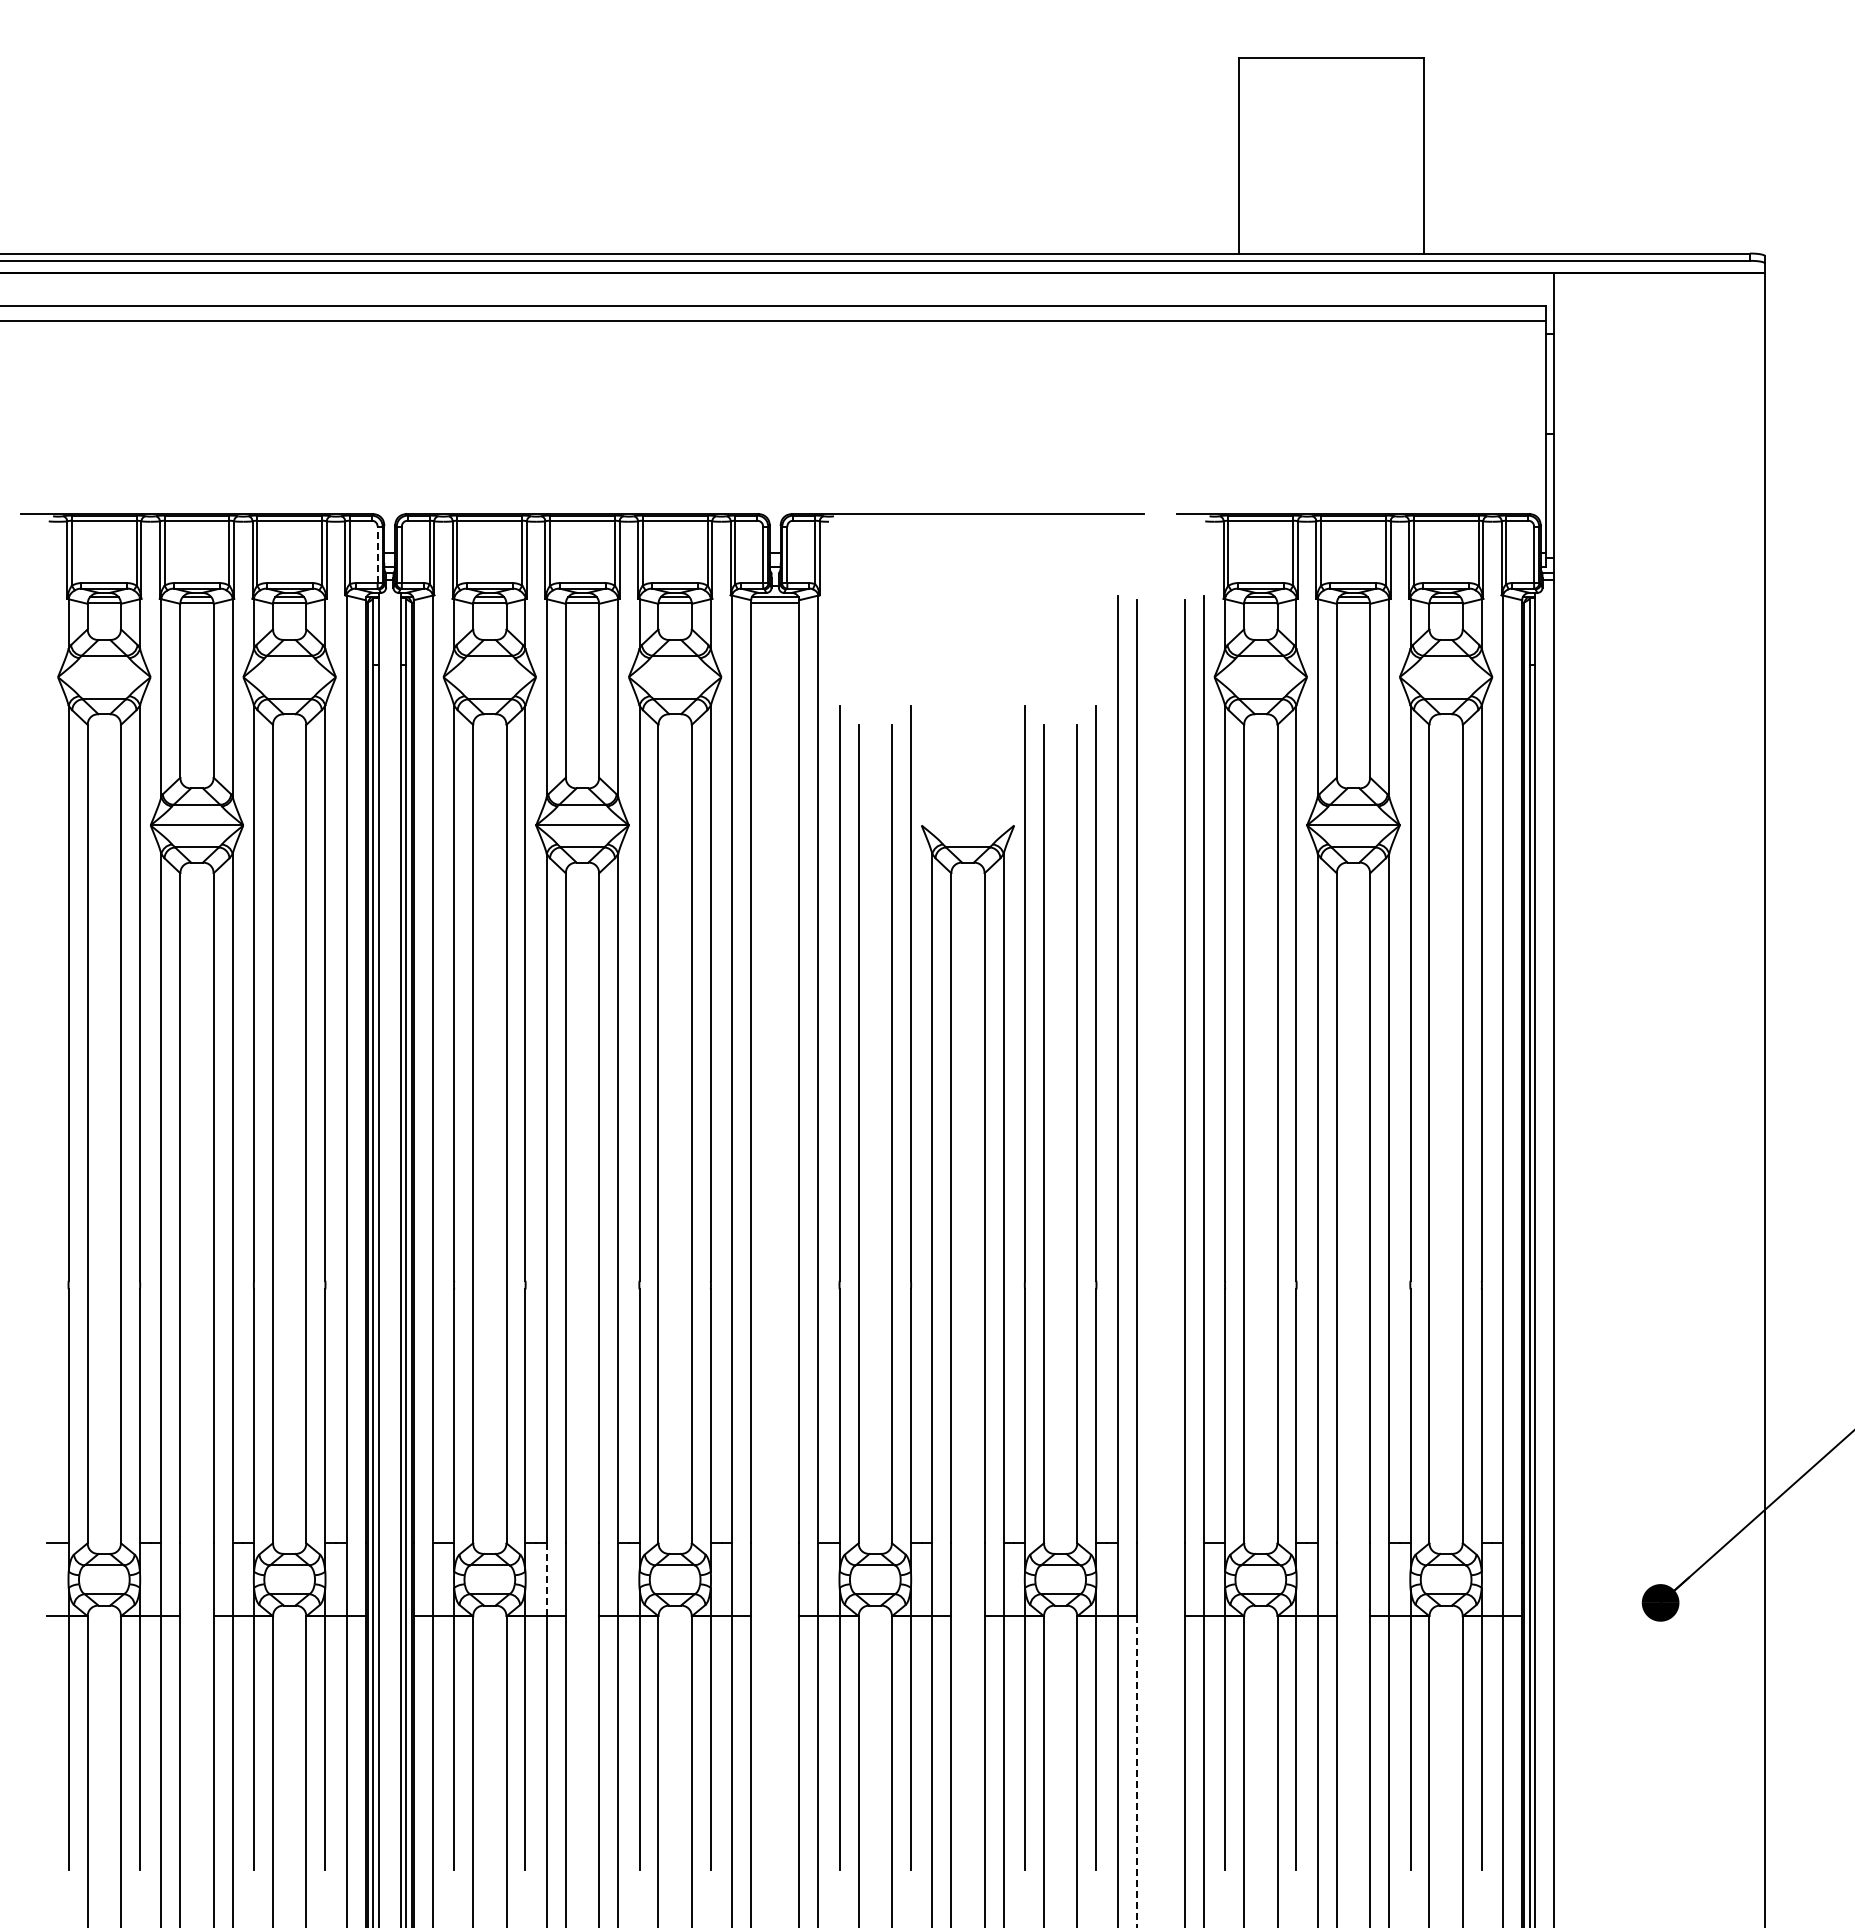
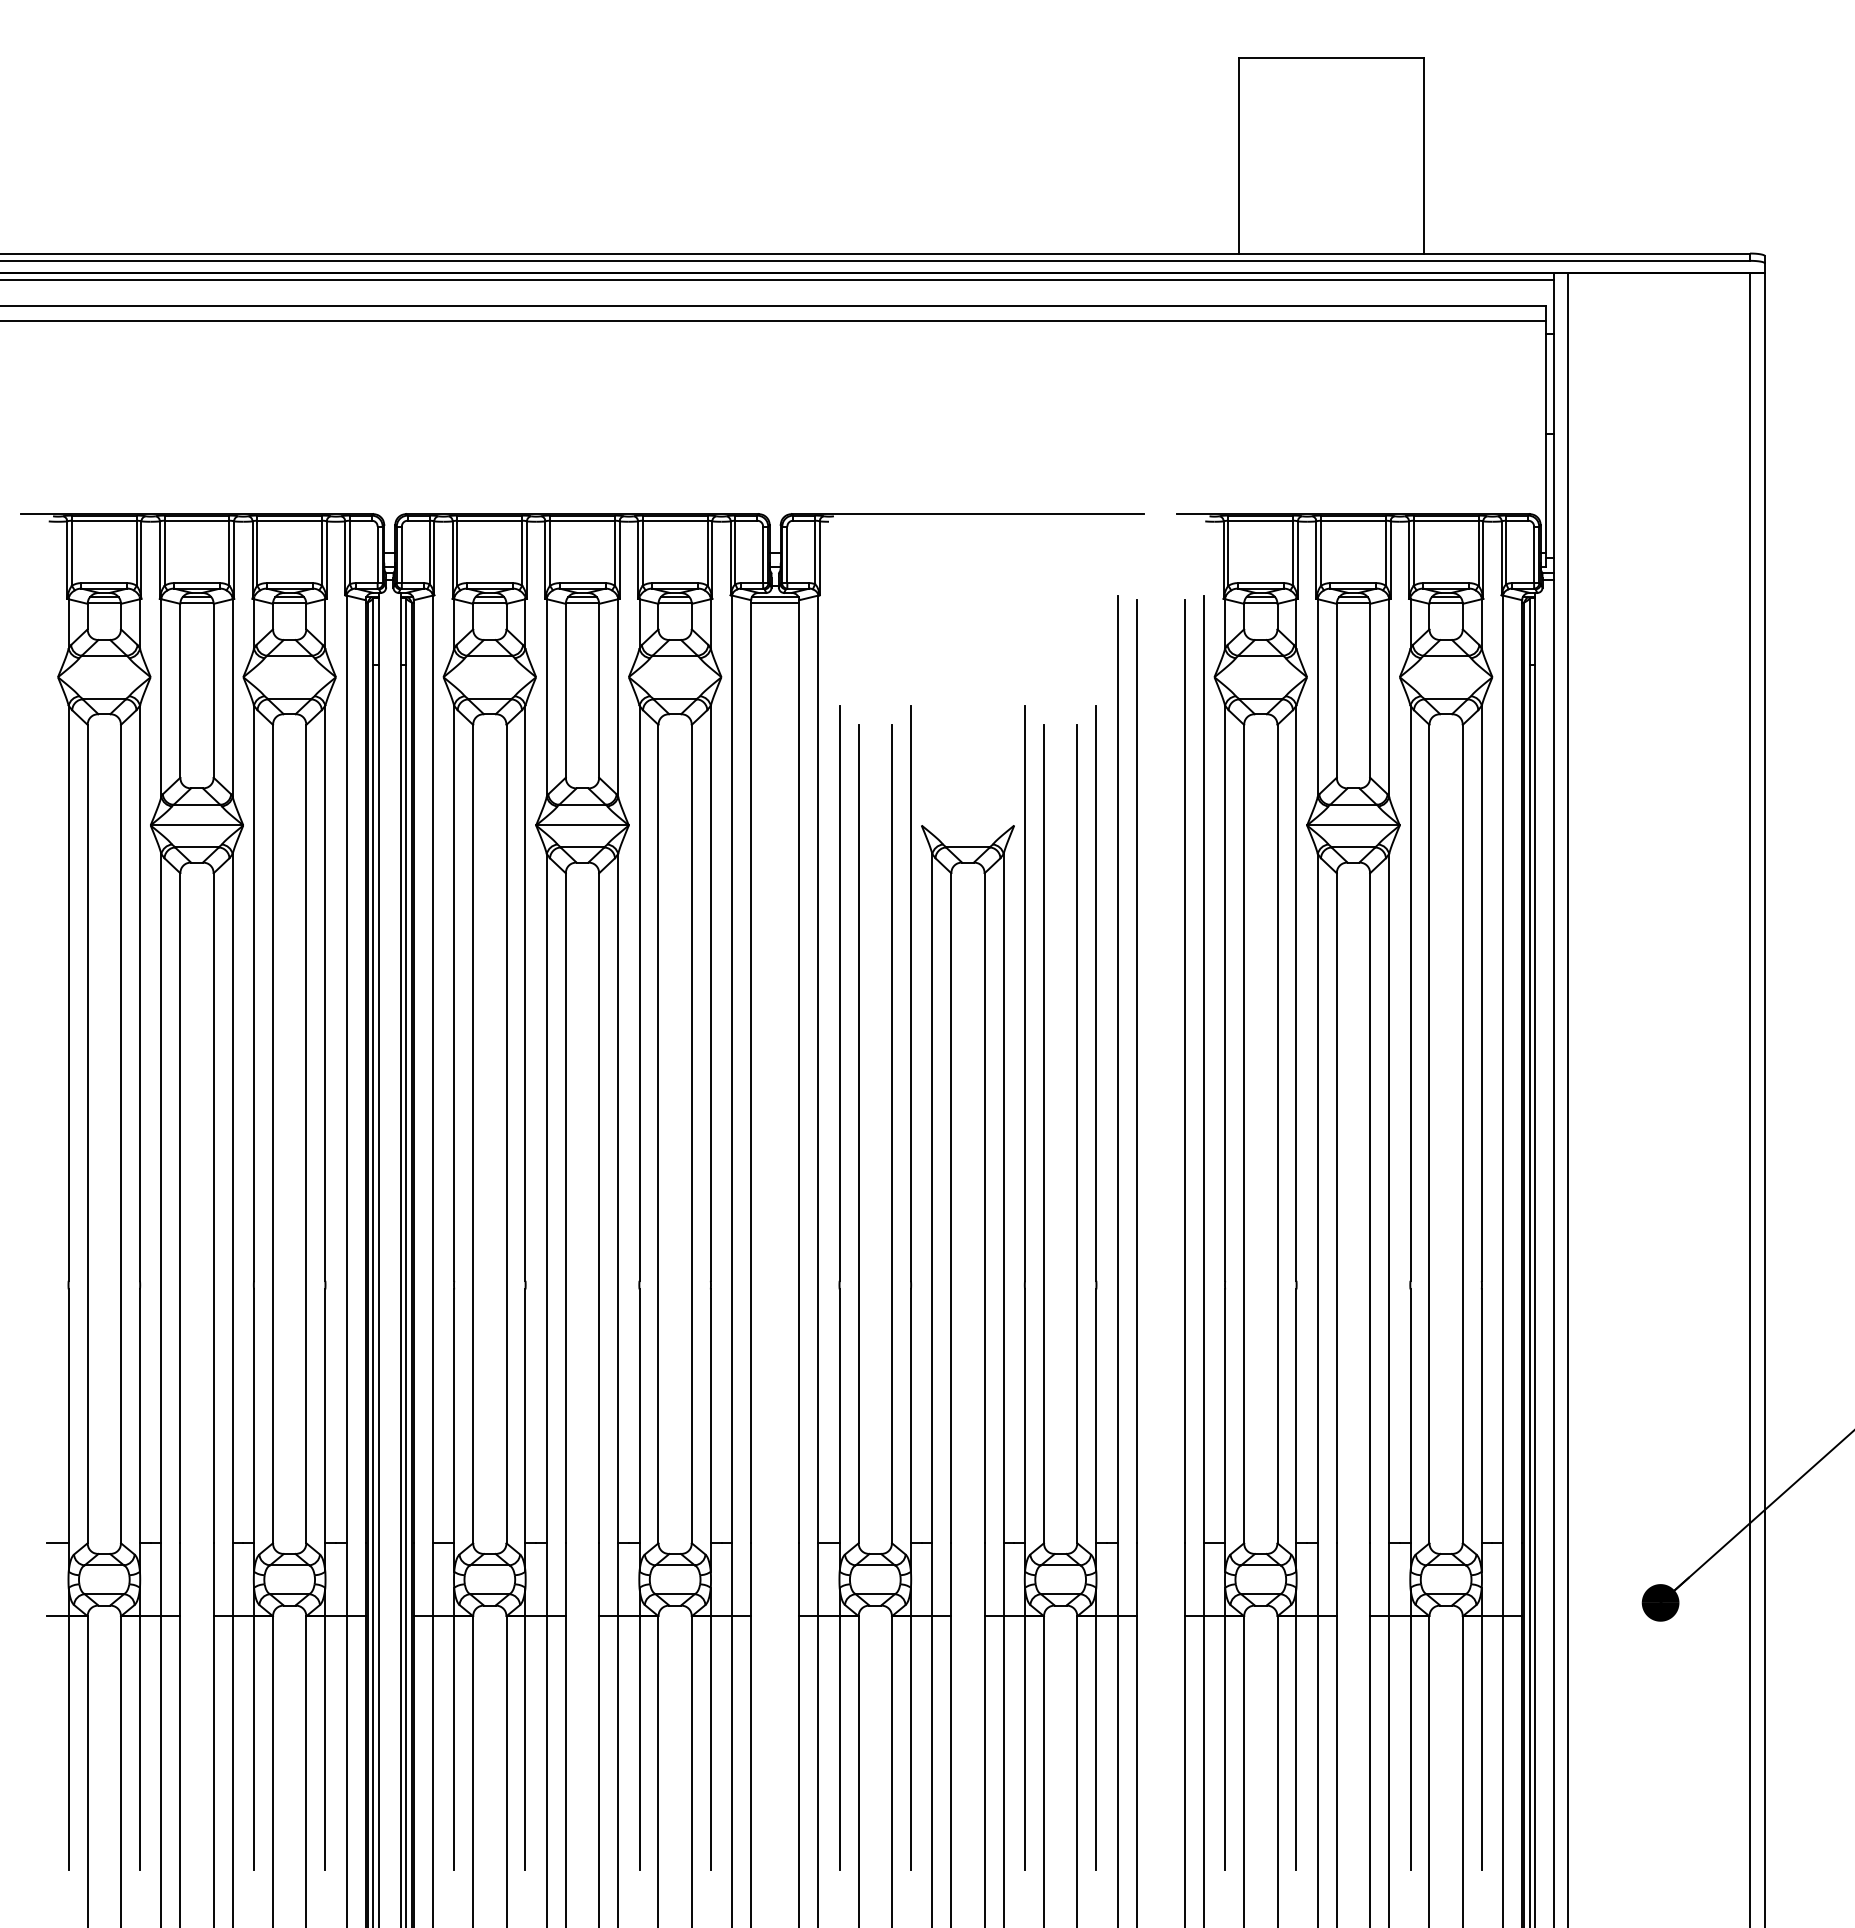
line at (777, 280): none -> present
line at (377, 554): dashed -> solid
line at (1568, 1098): none -> present
line at (1750, 1098): none -> present
line at (546, 1579): dashed -> solid
line at (1136, 1772): dashed -> solid
